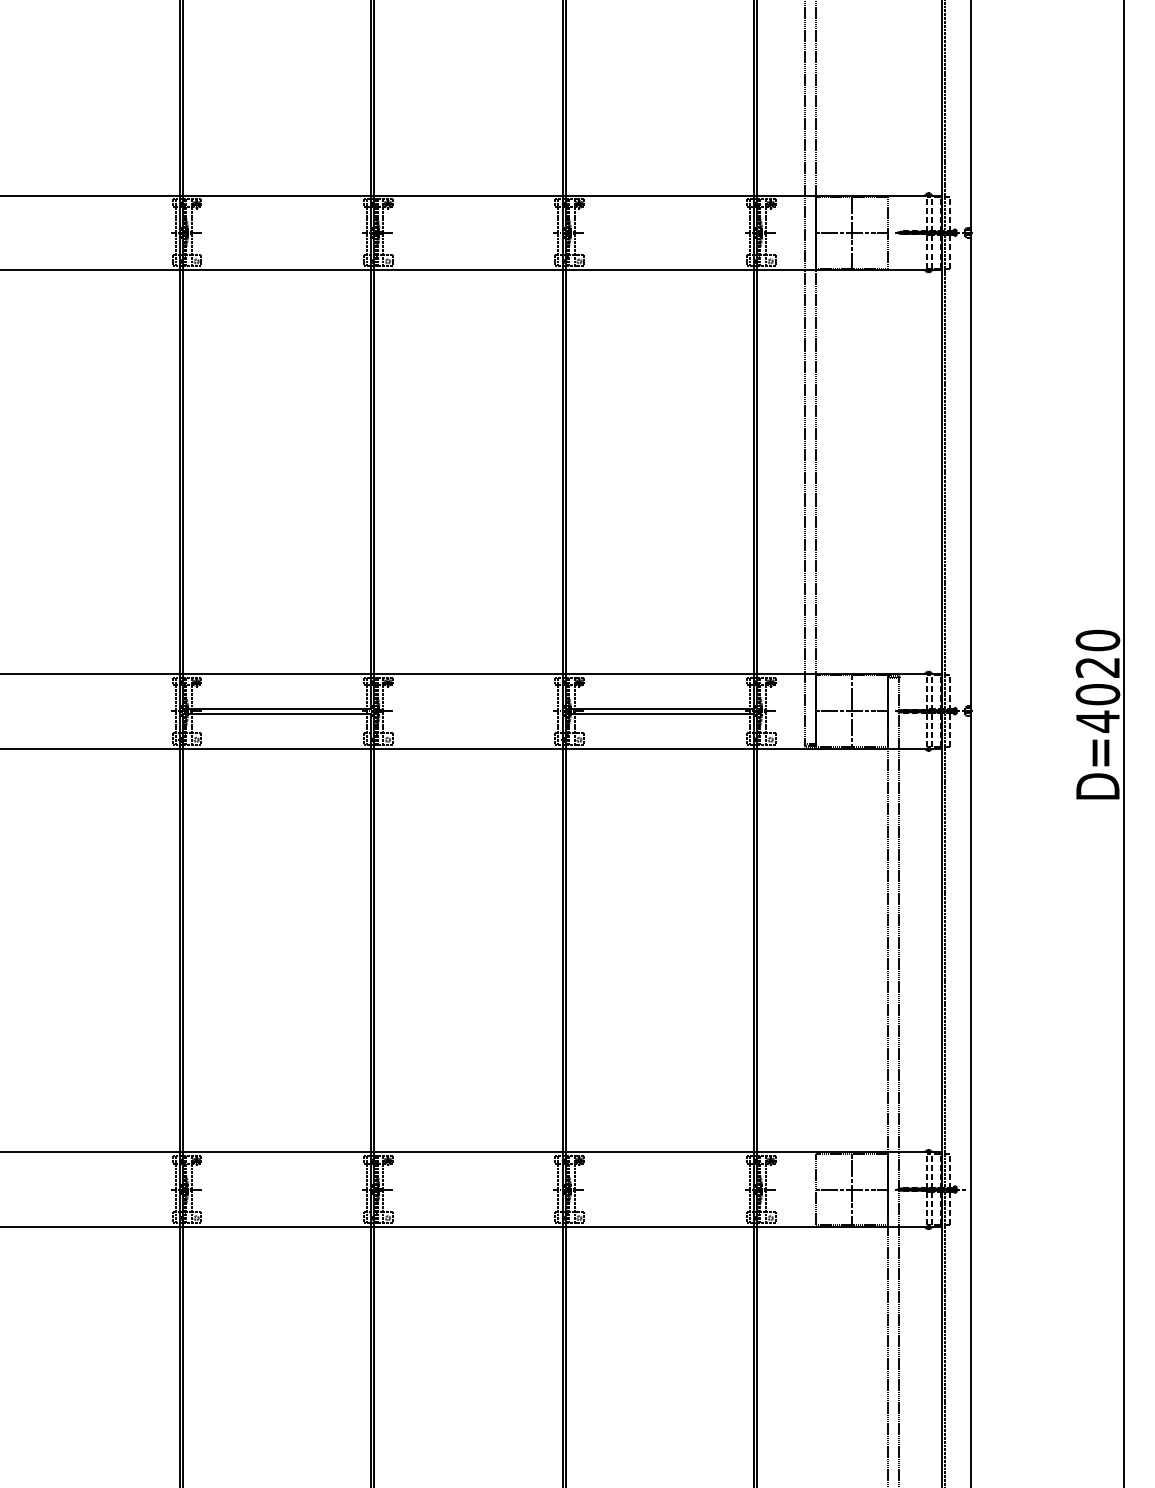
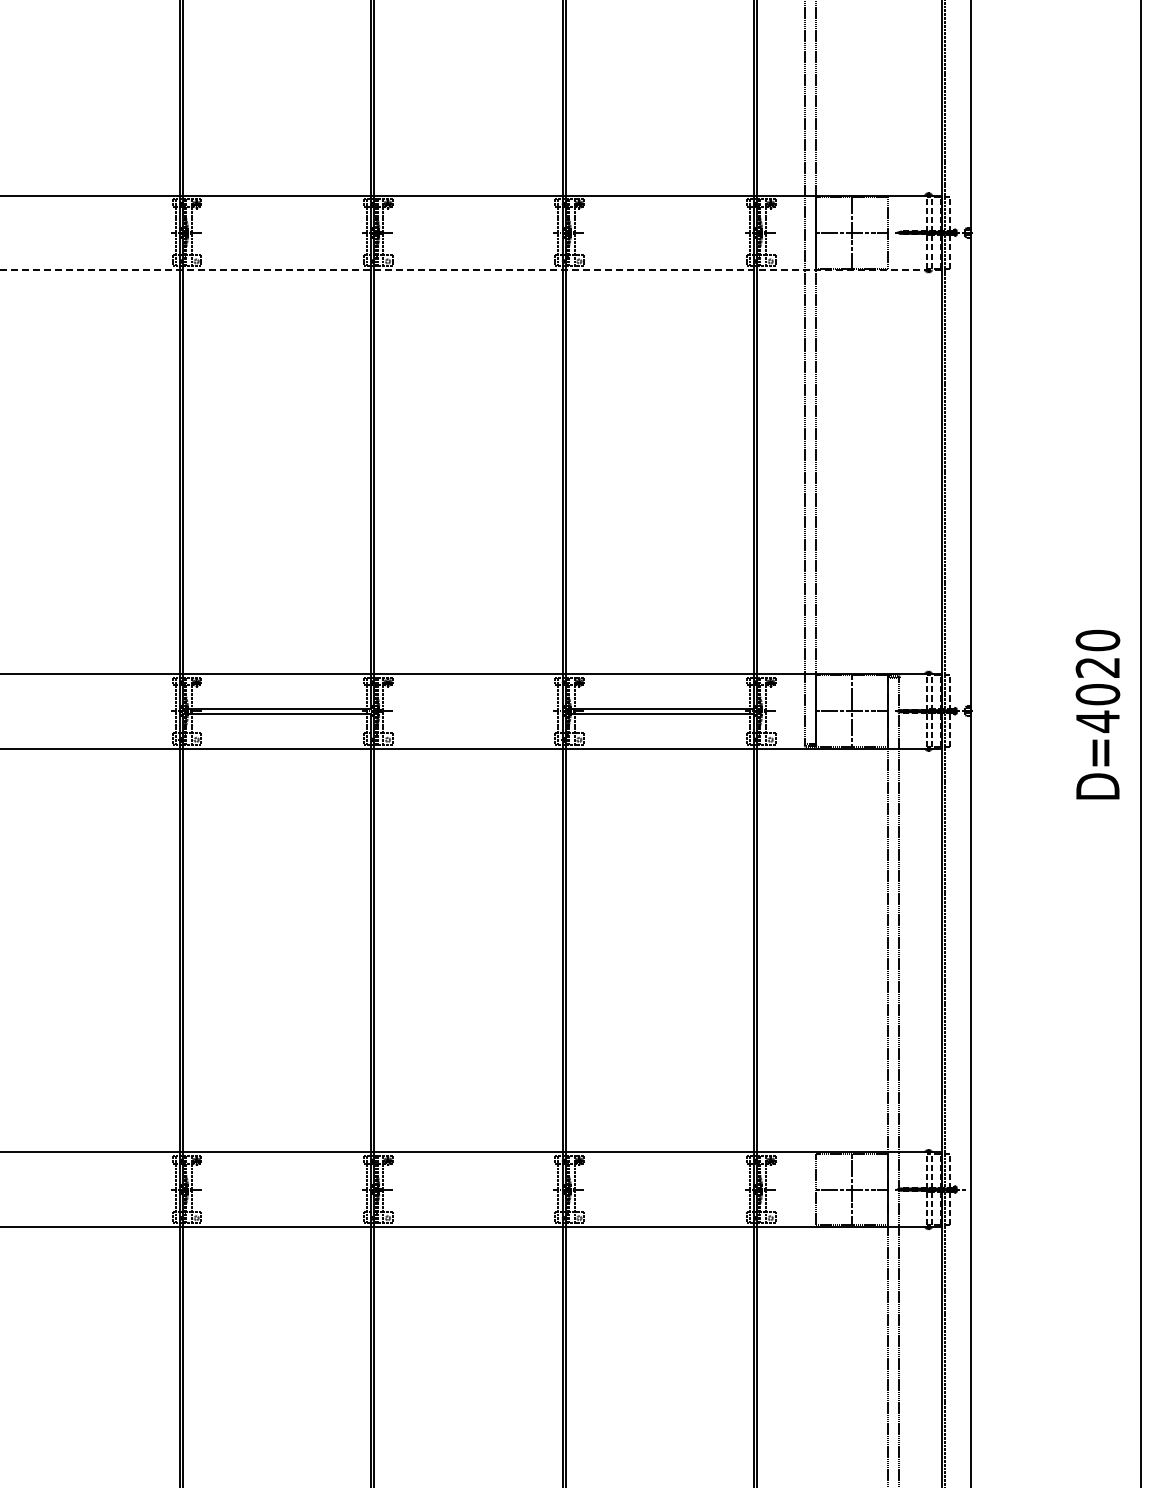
line at (471, 270): solid -> dashed
line at (1124, 743) position: (1124, 743) -> (1141, 743)
